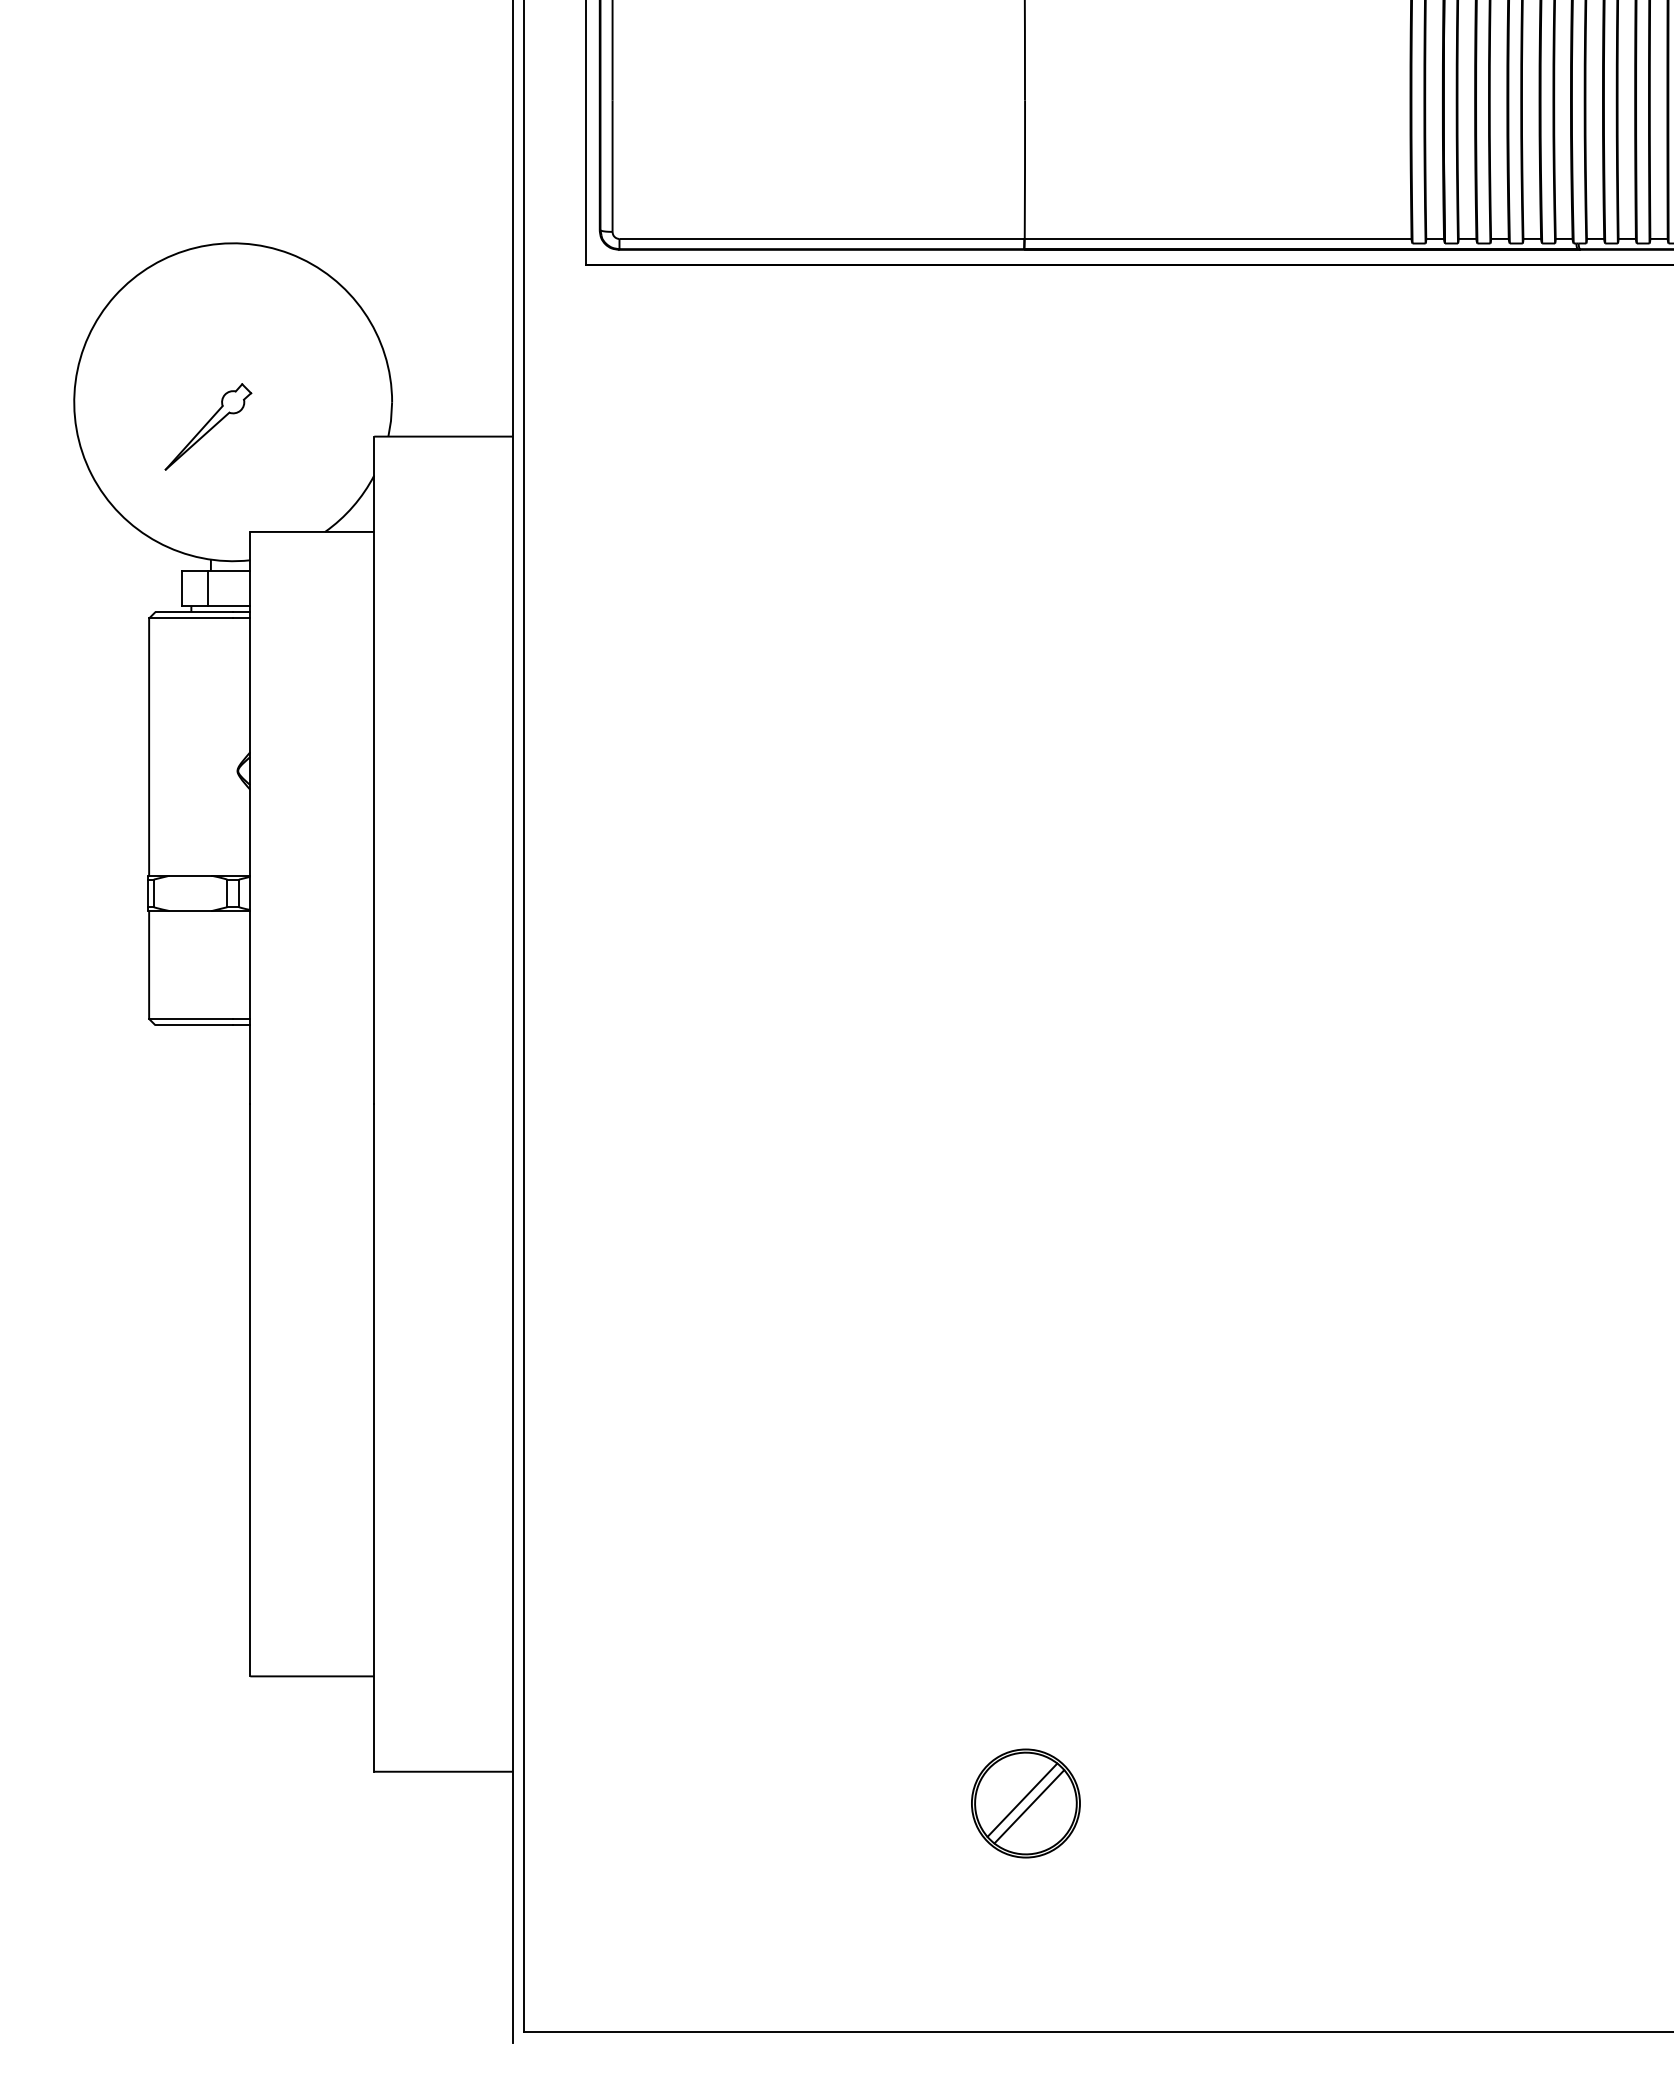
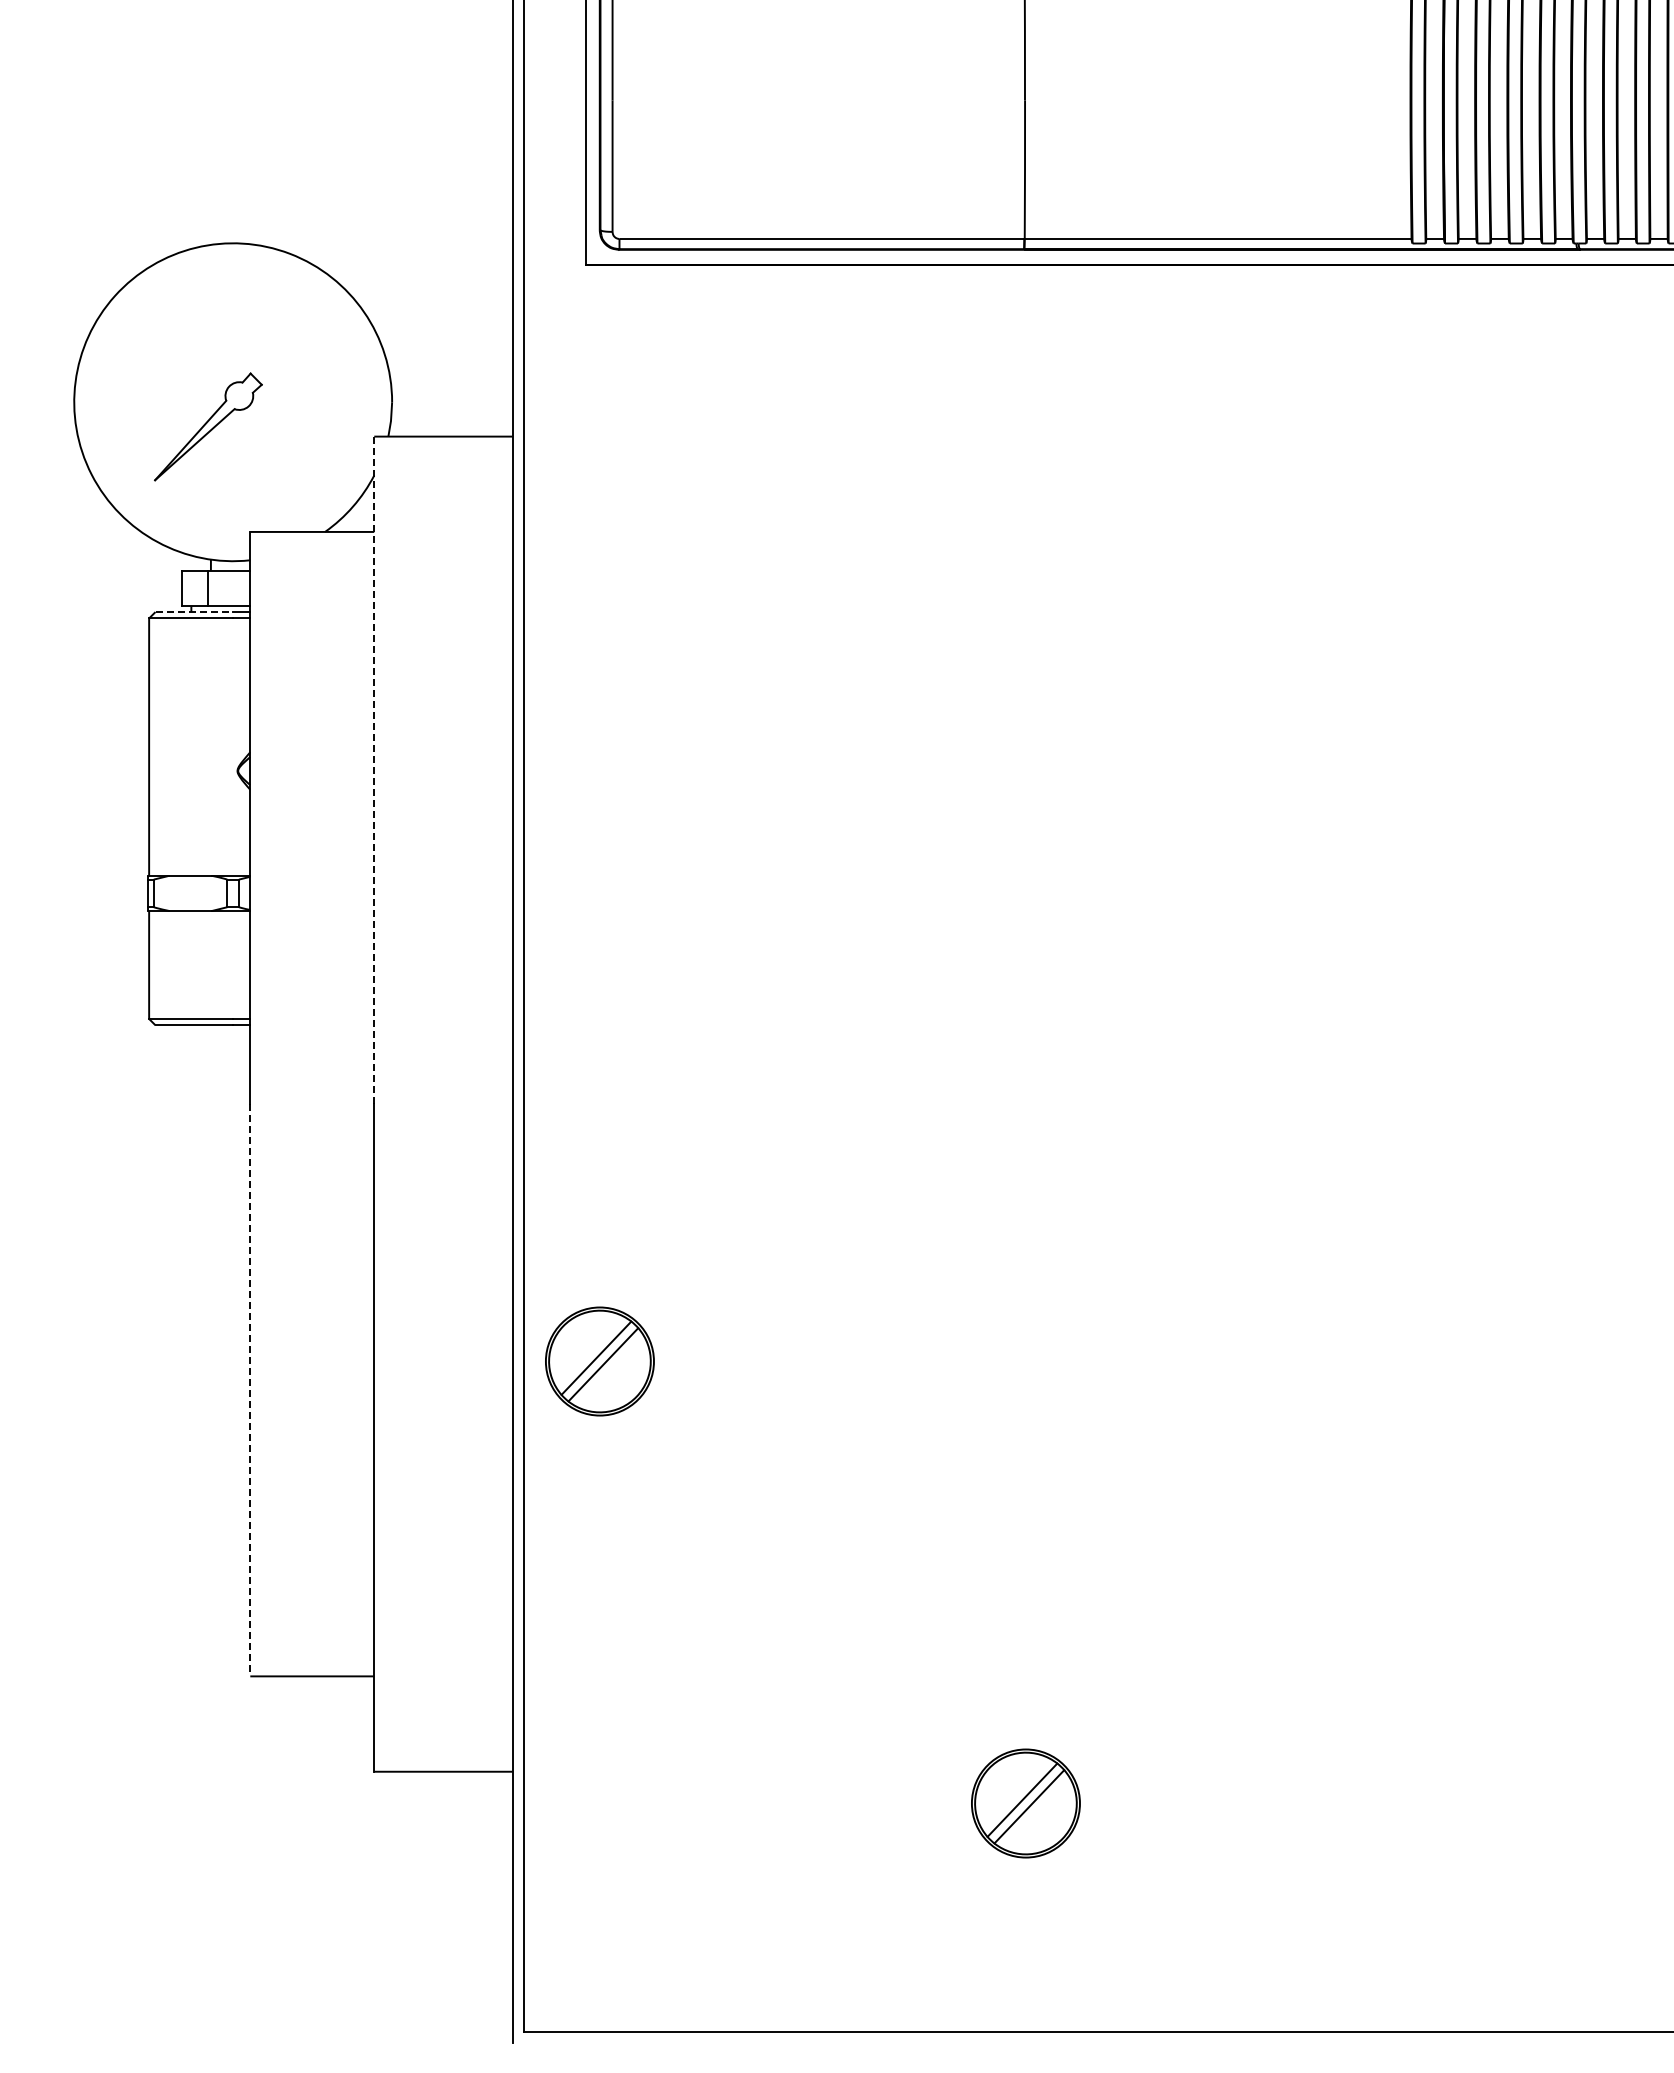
part at (208, 426) size: 89x88 px -> 109x110 px
line at (194, 612): solid -> dashed
line at (374, 770): solid -> dashed
part at (599, 1361): none -> present
line at (250, 1390): solid -> dashed
